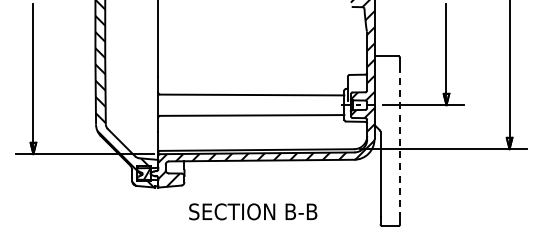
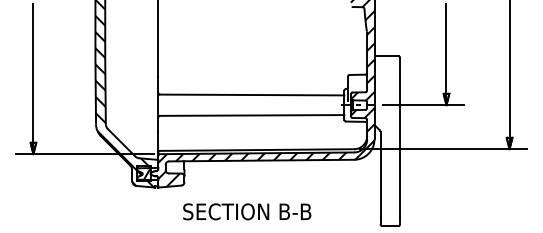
line at (400, 141): dashed -> solid
text at (253, 211) position: (253, 211) -> (247, 211)
